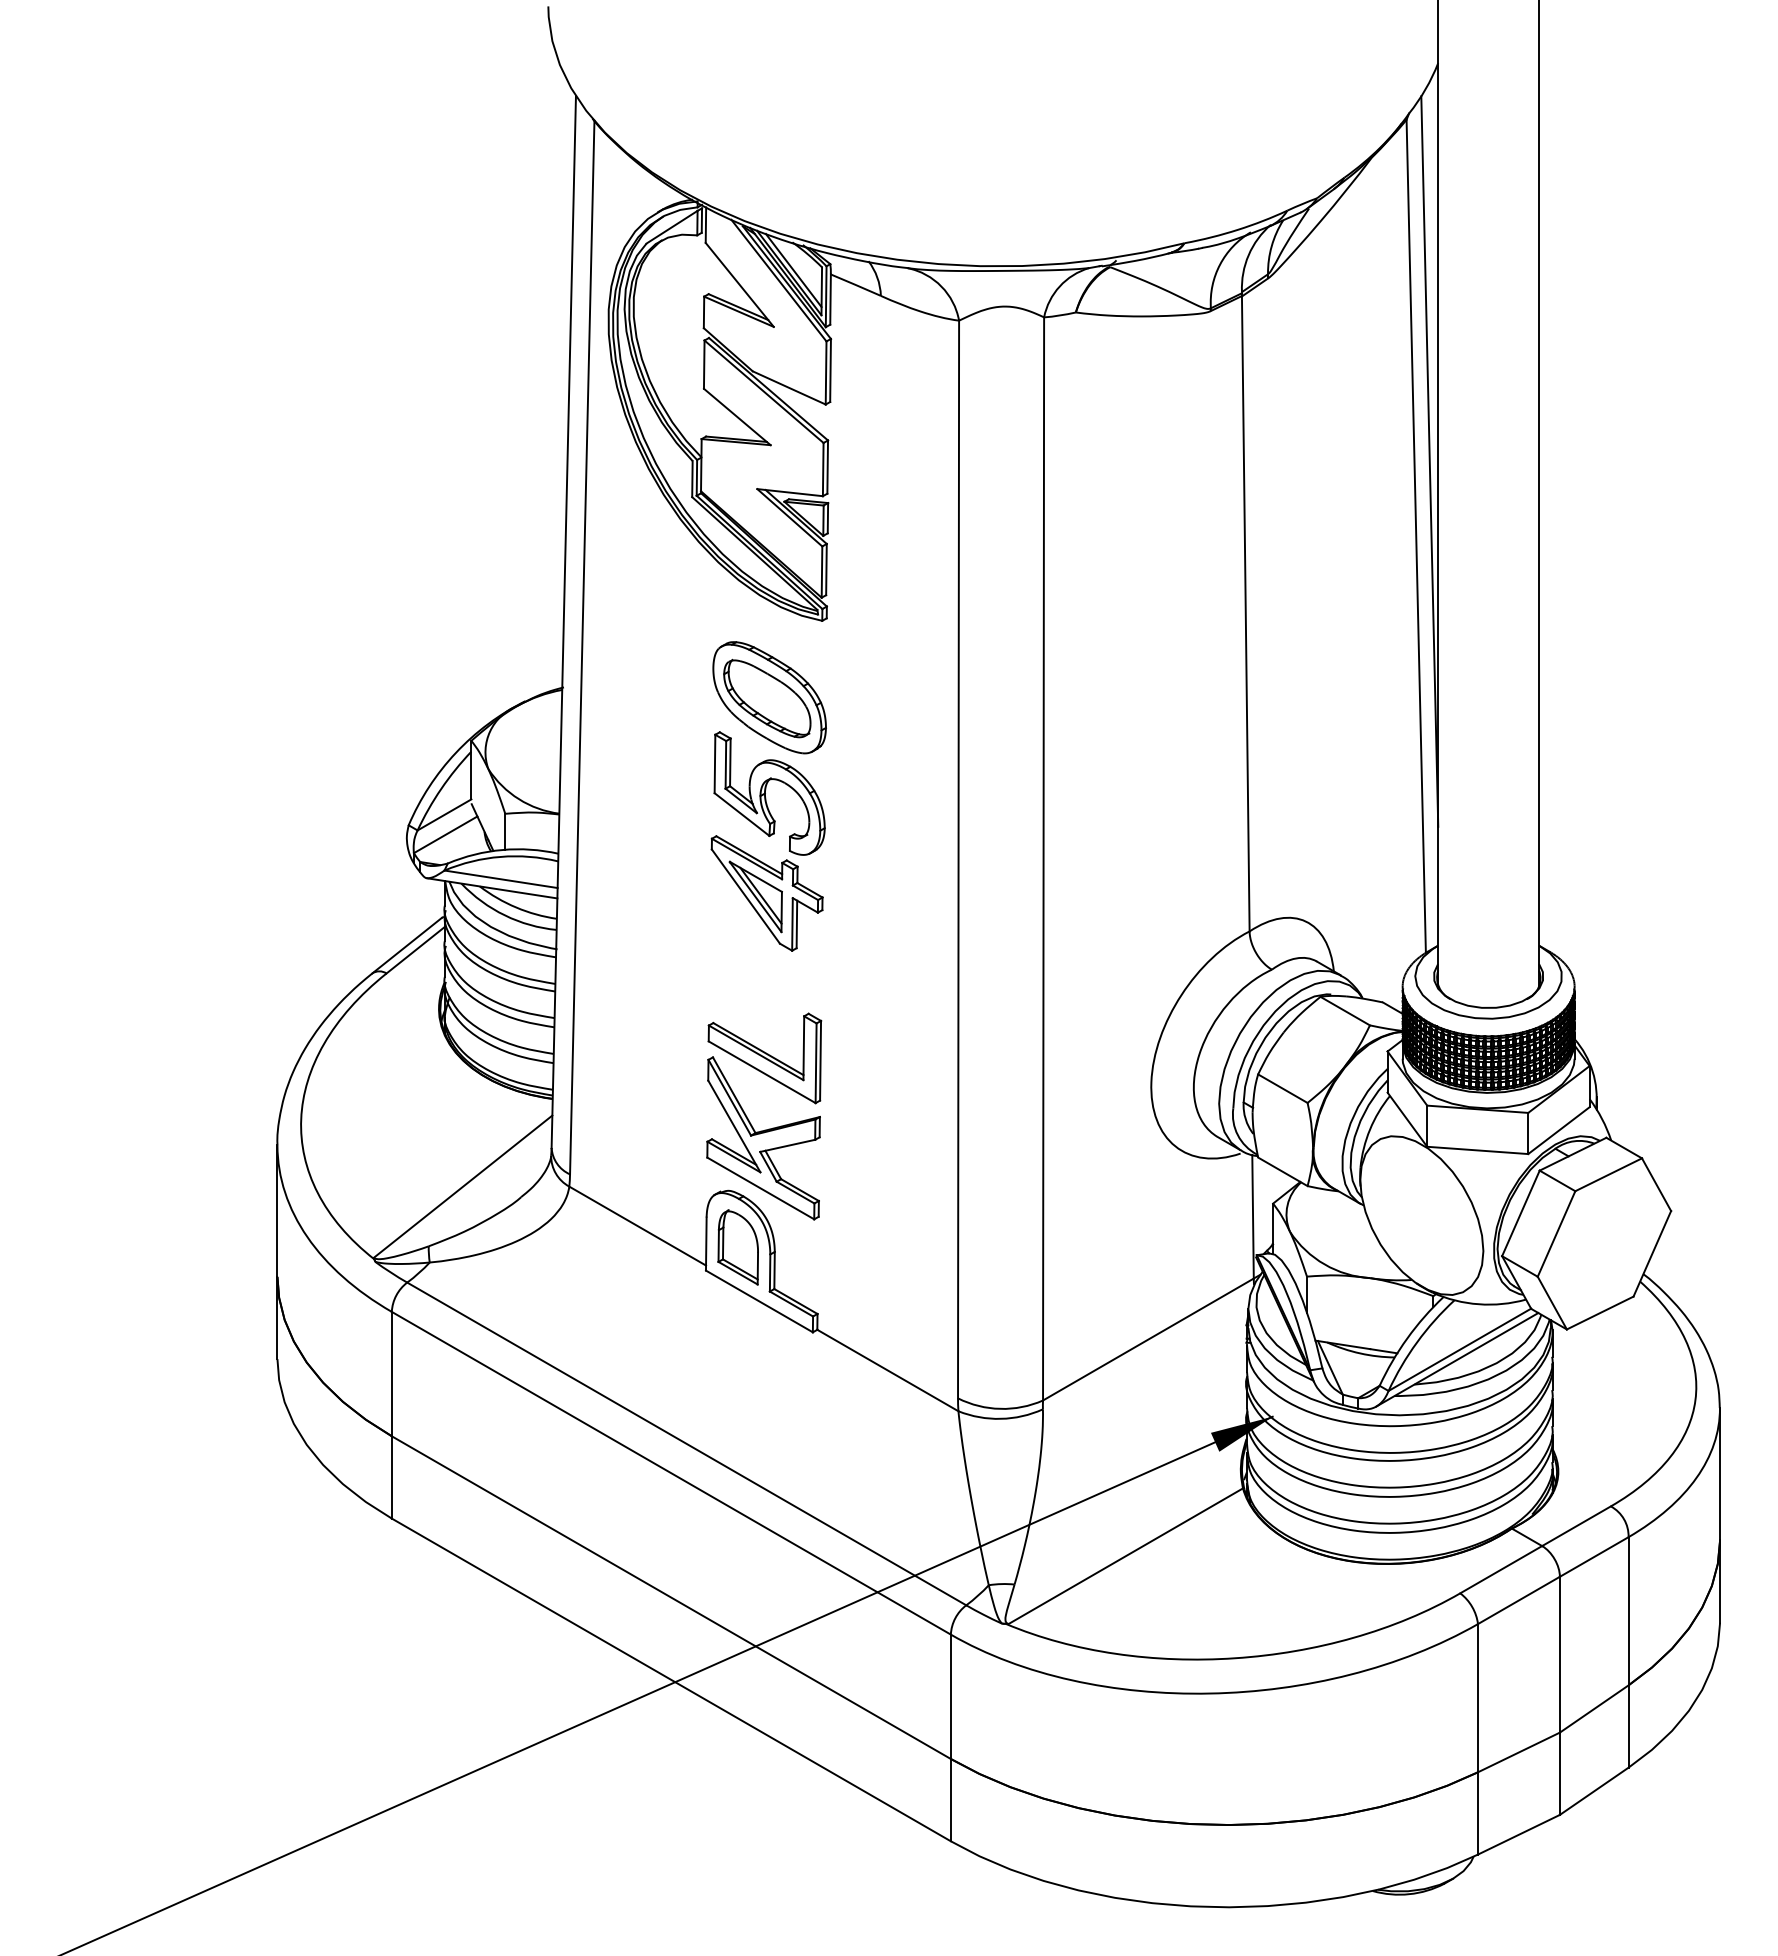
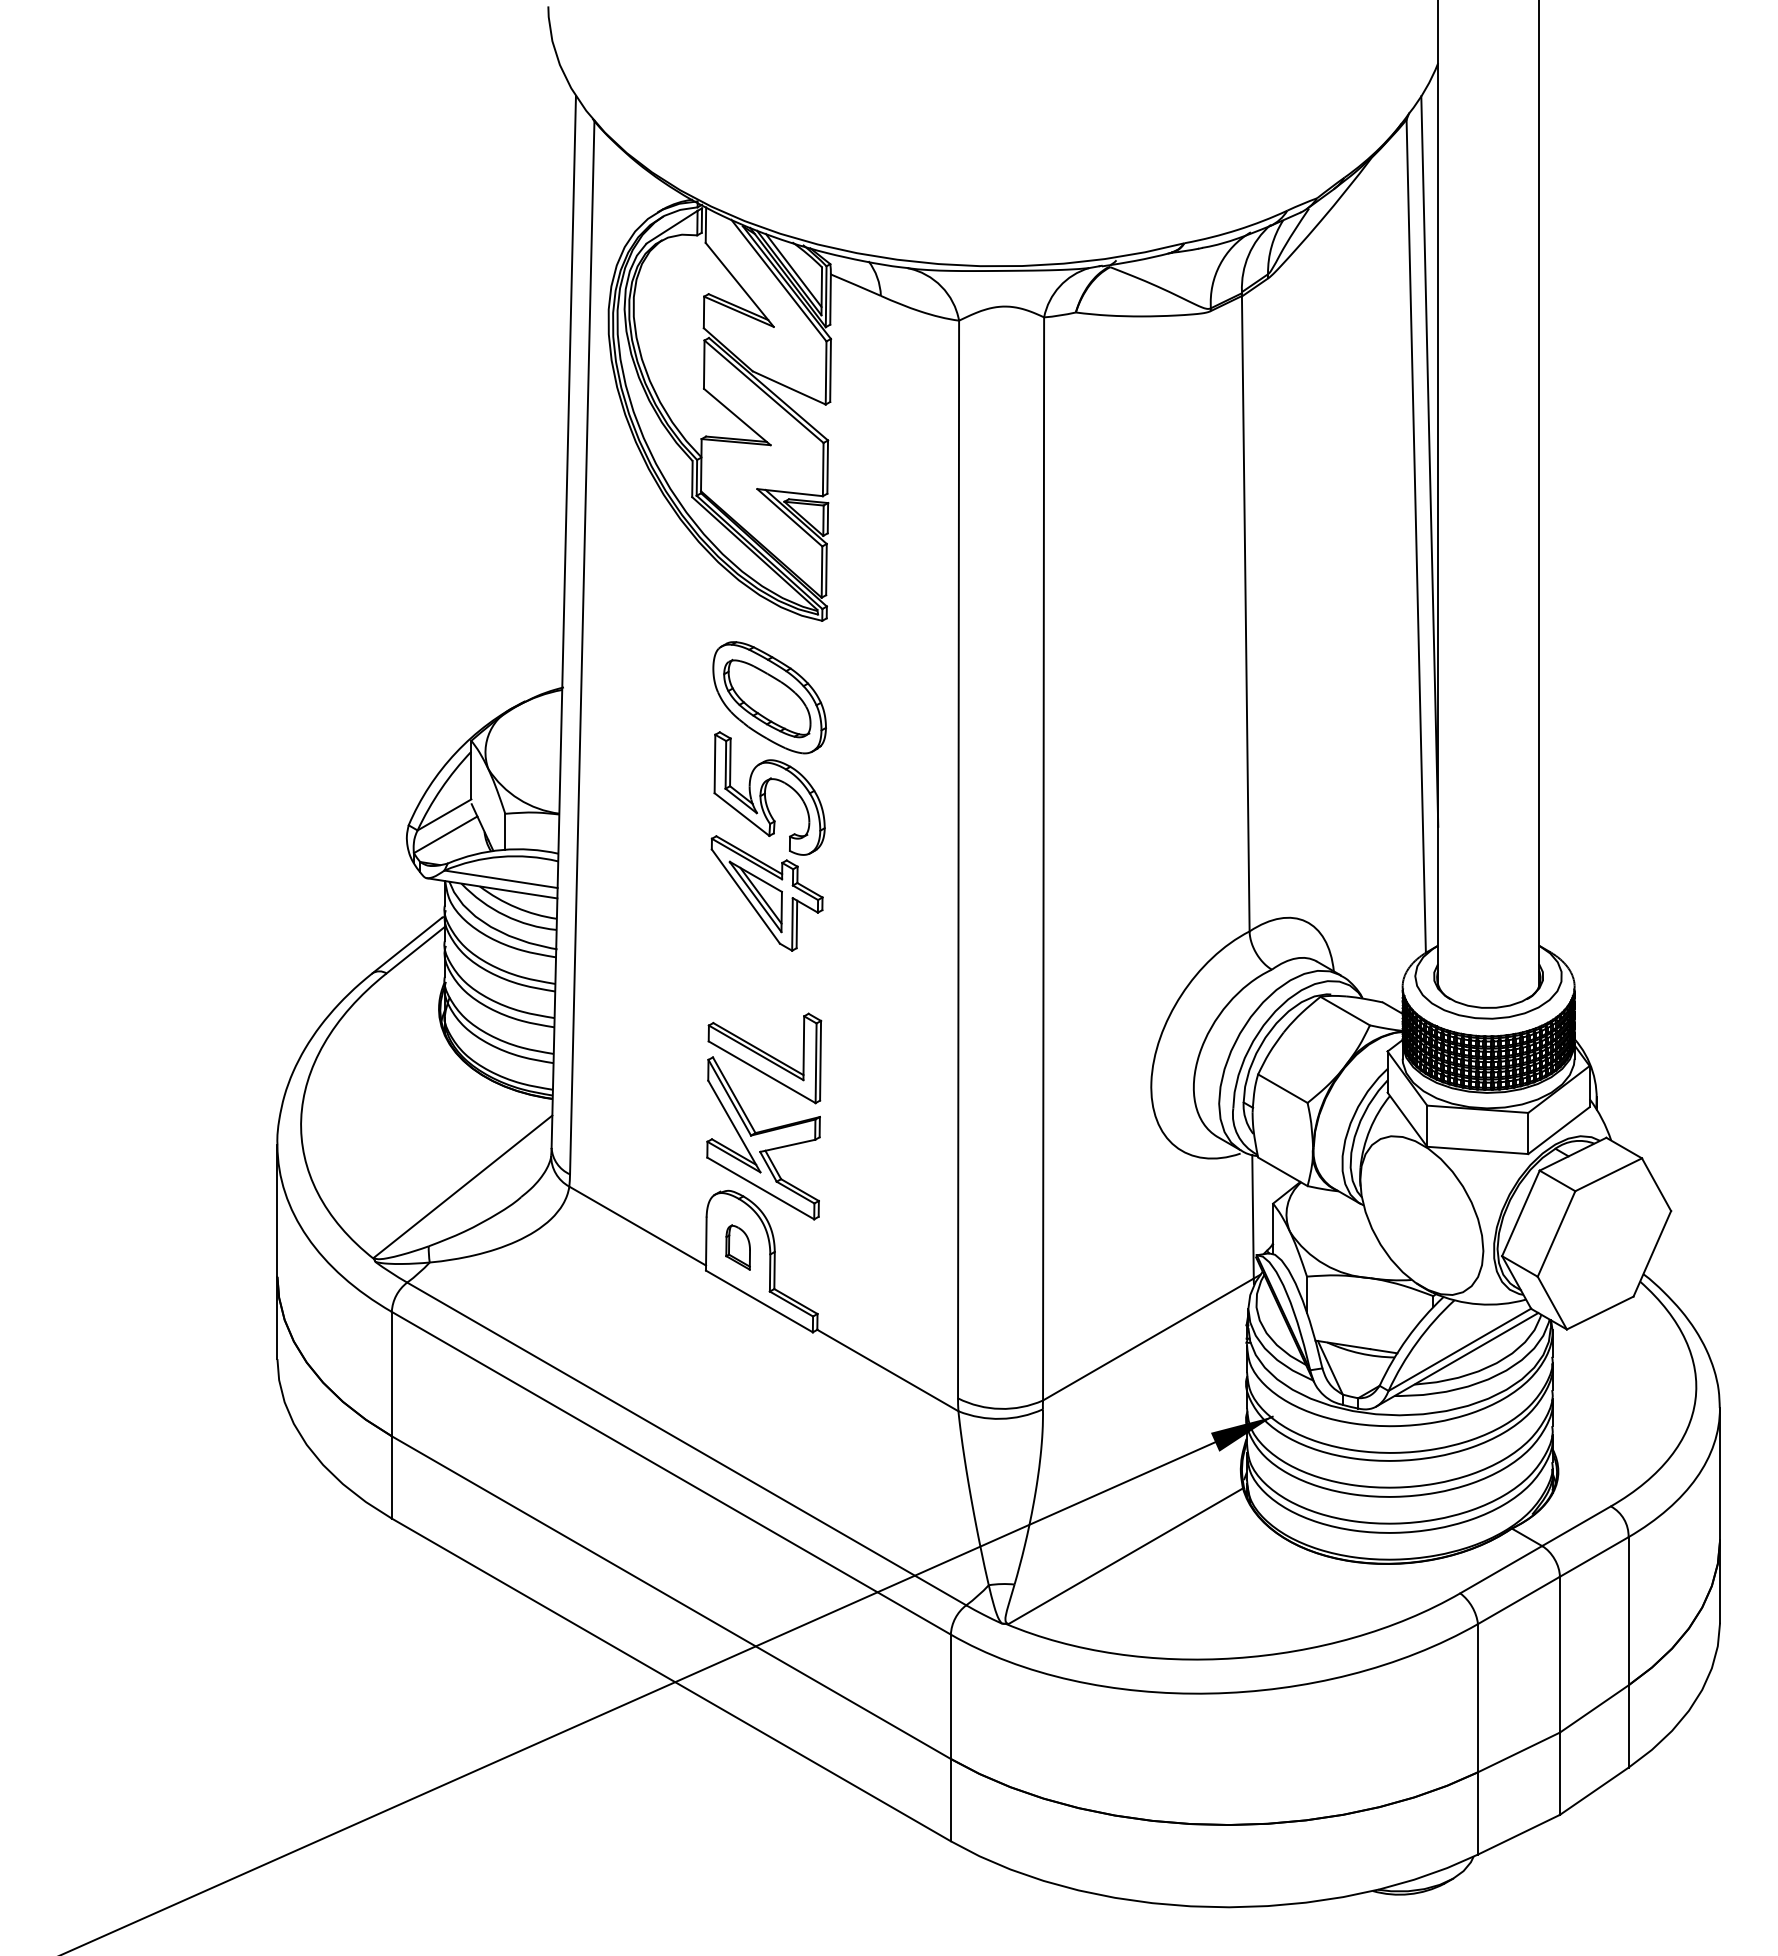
part at (737, 1247) size: 42x77 px -> 26x47 px
